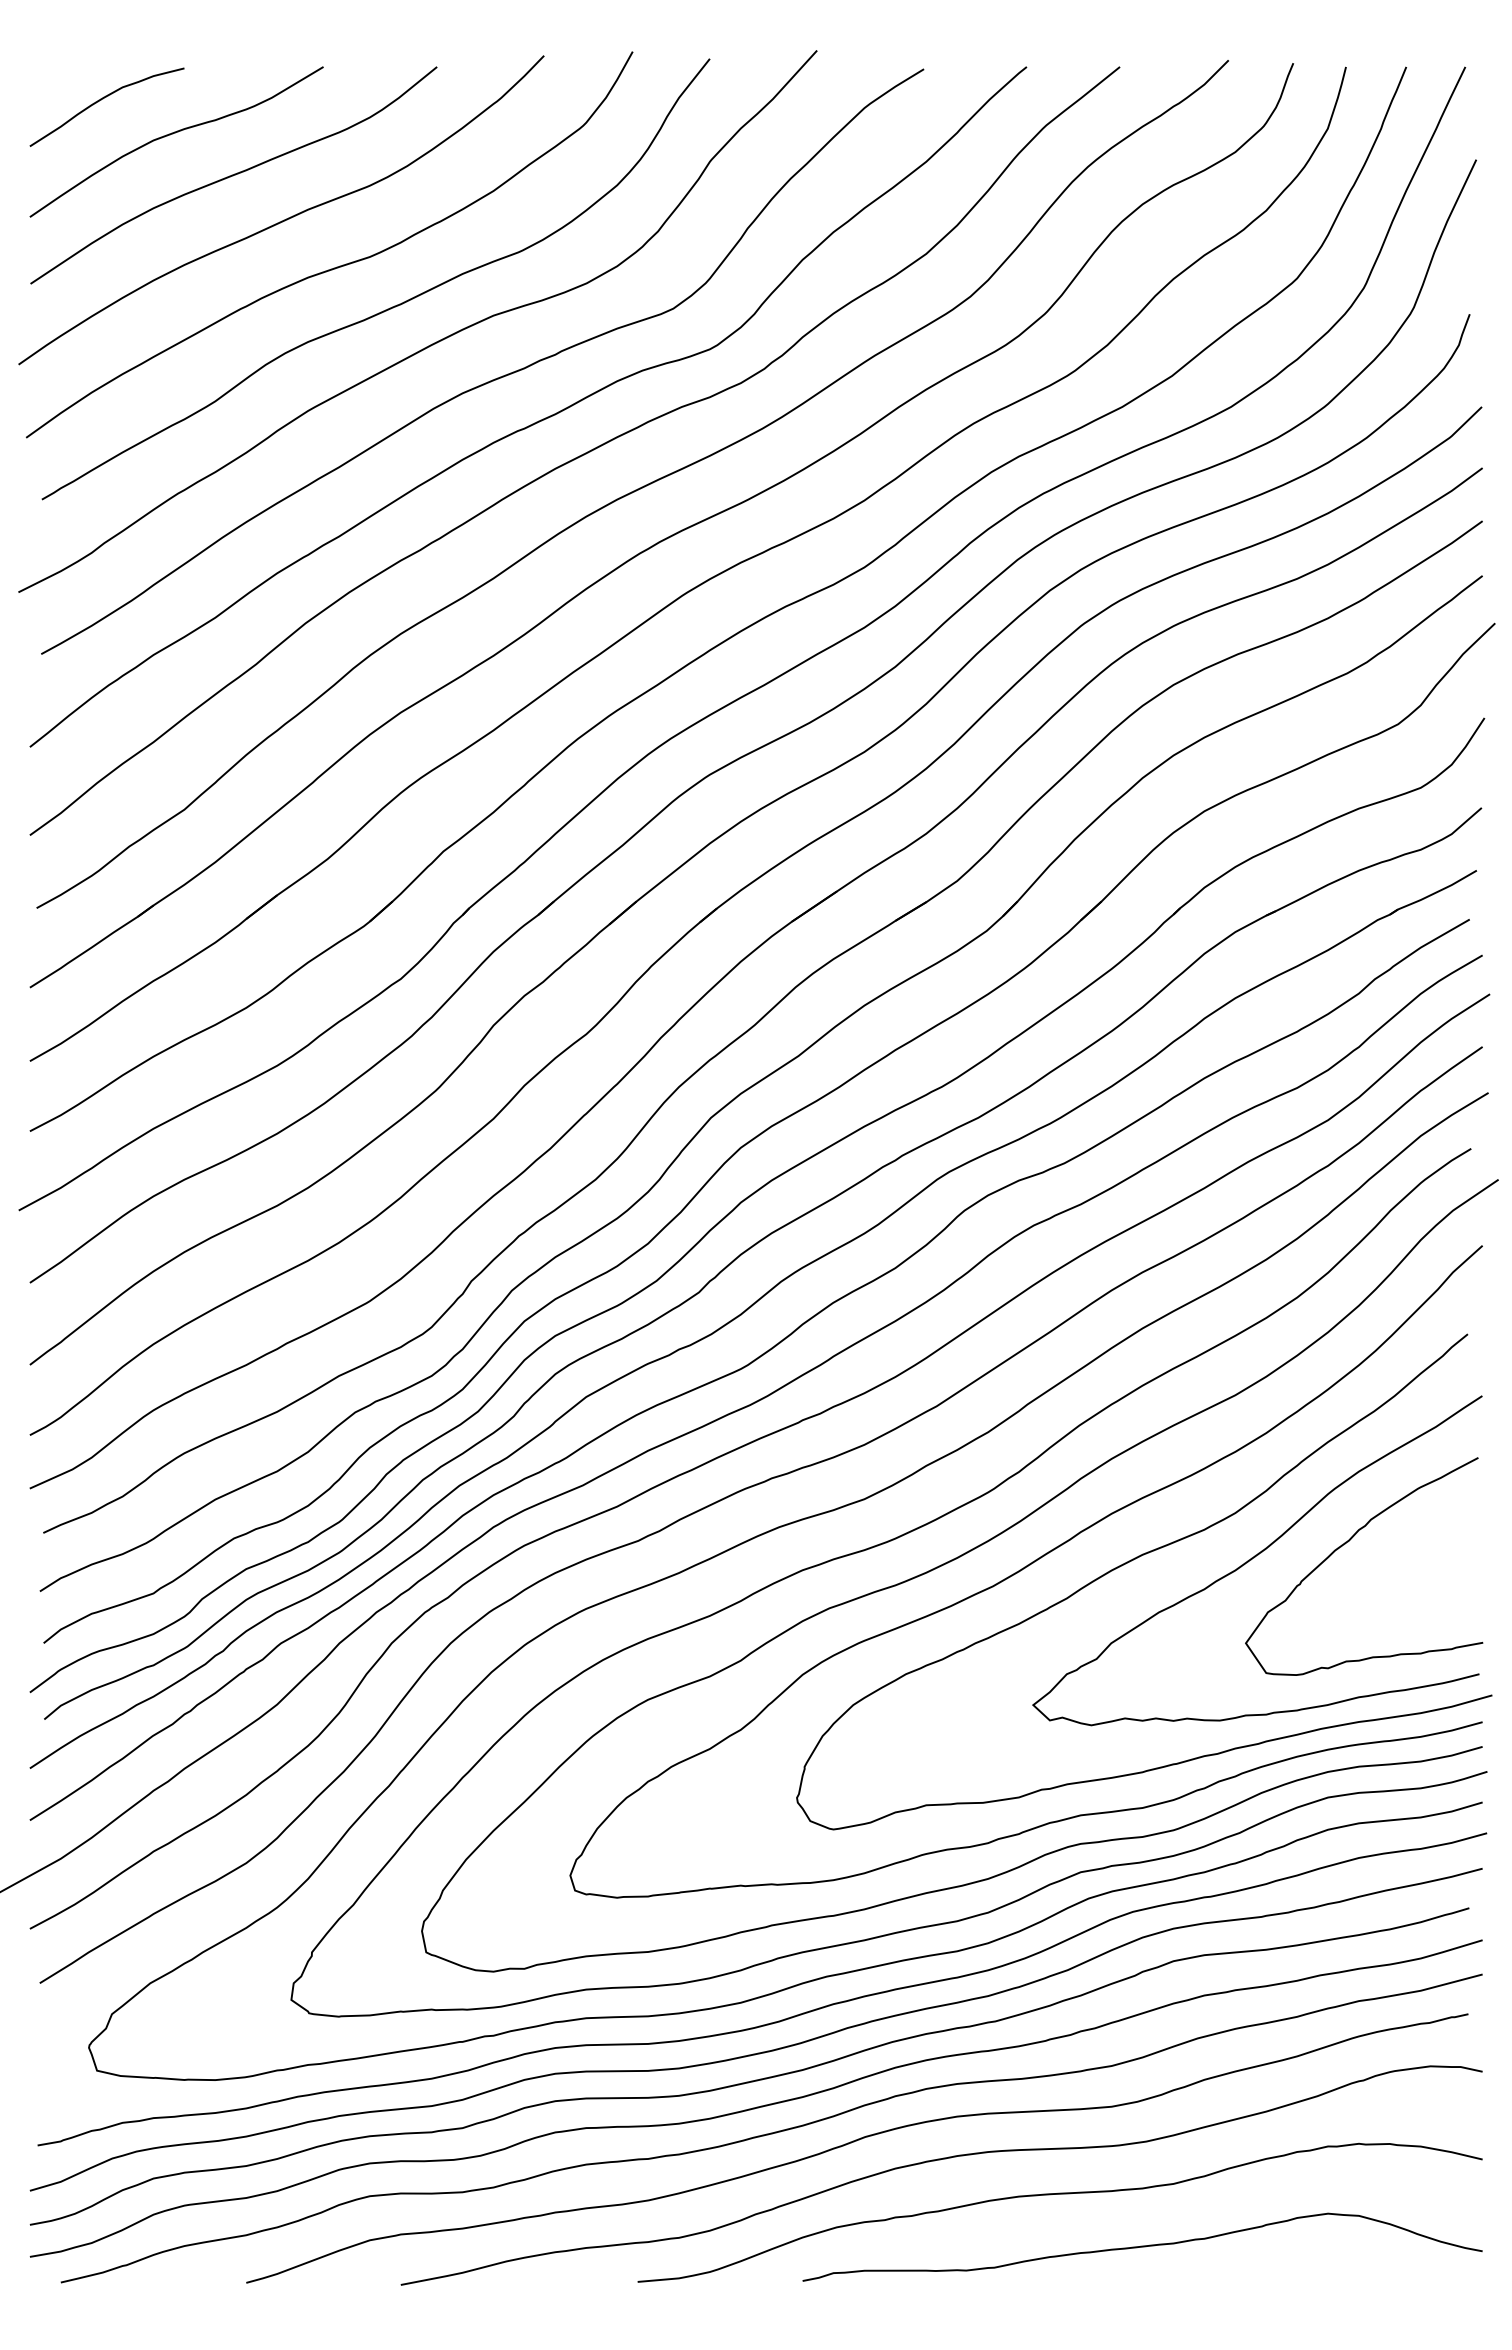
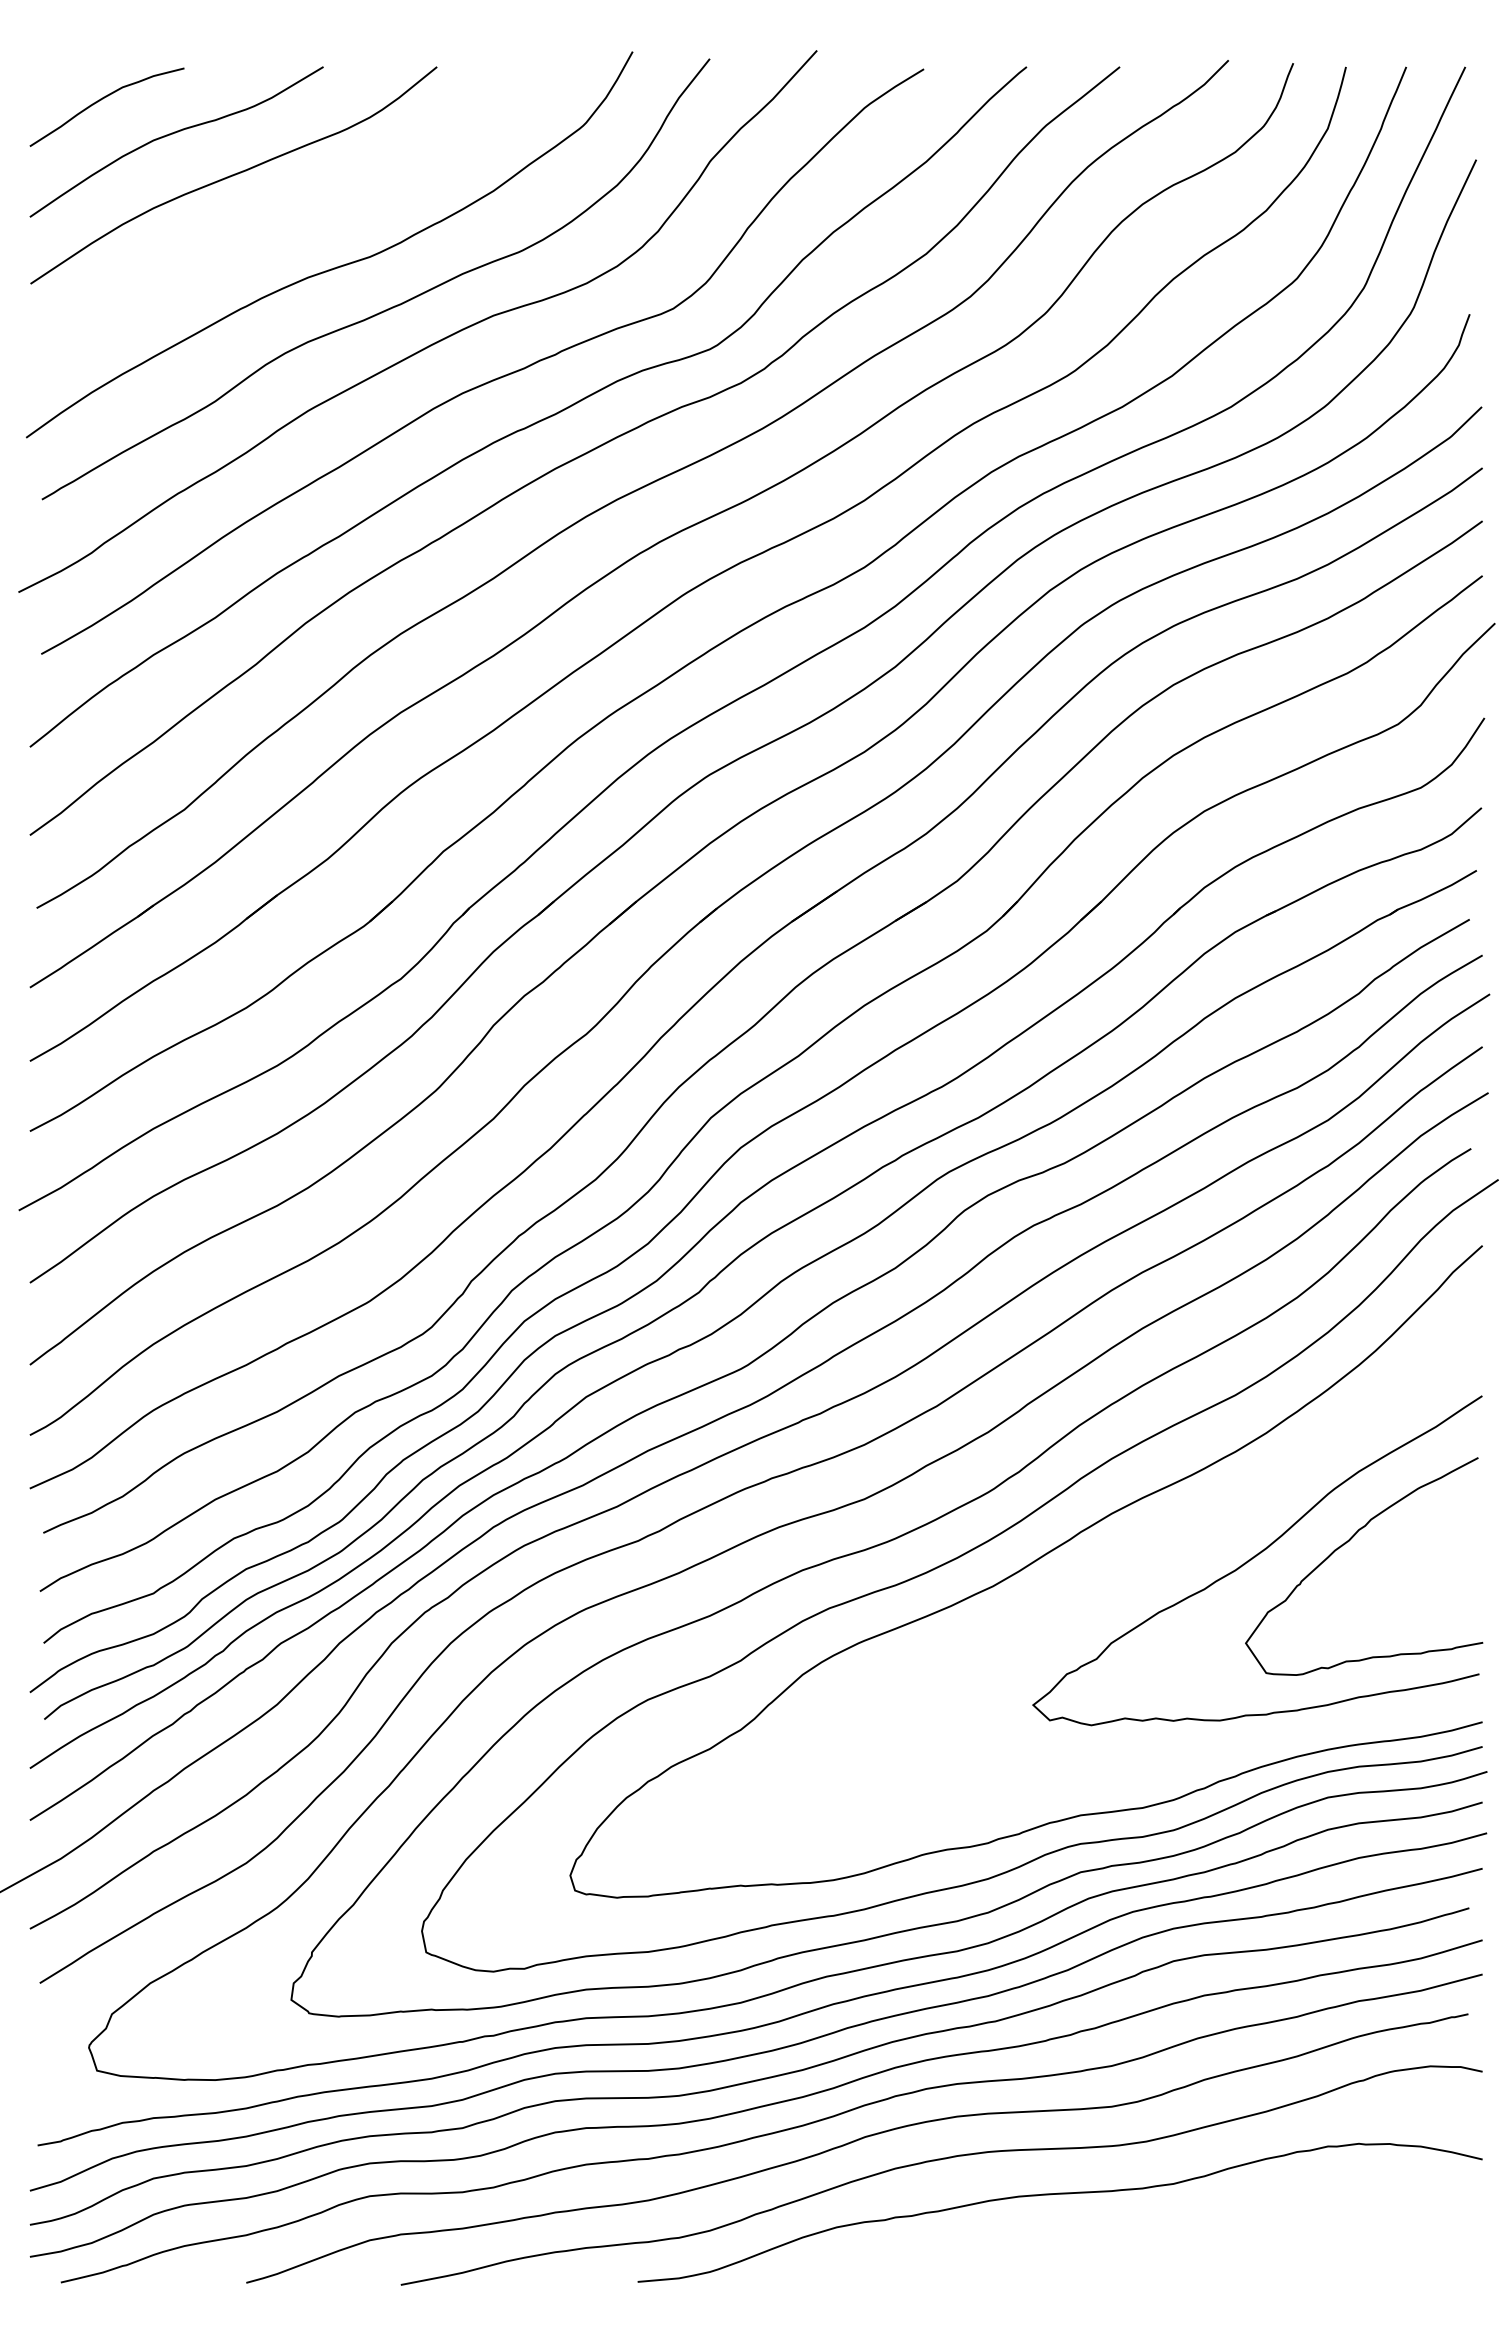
curve at (286, 218): present -> none
curve at (1133, 1560): present -> none
curve at (1142, 2246): present -> none
